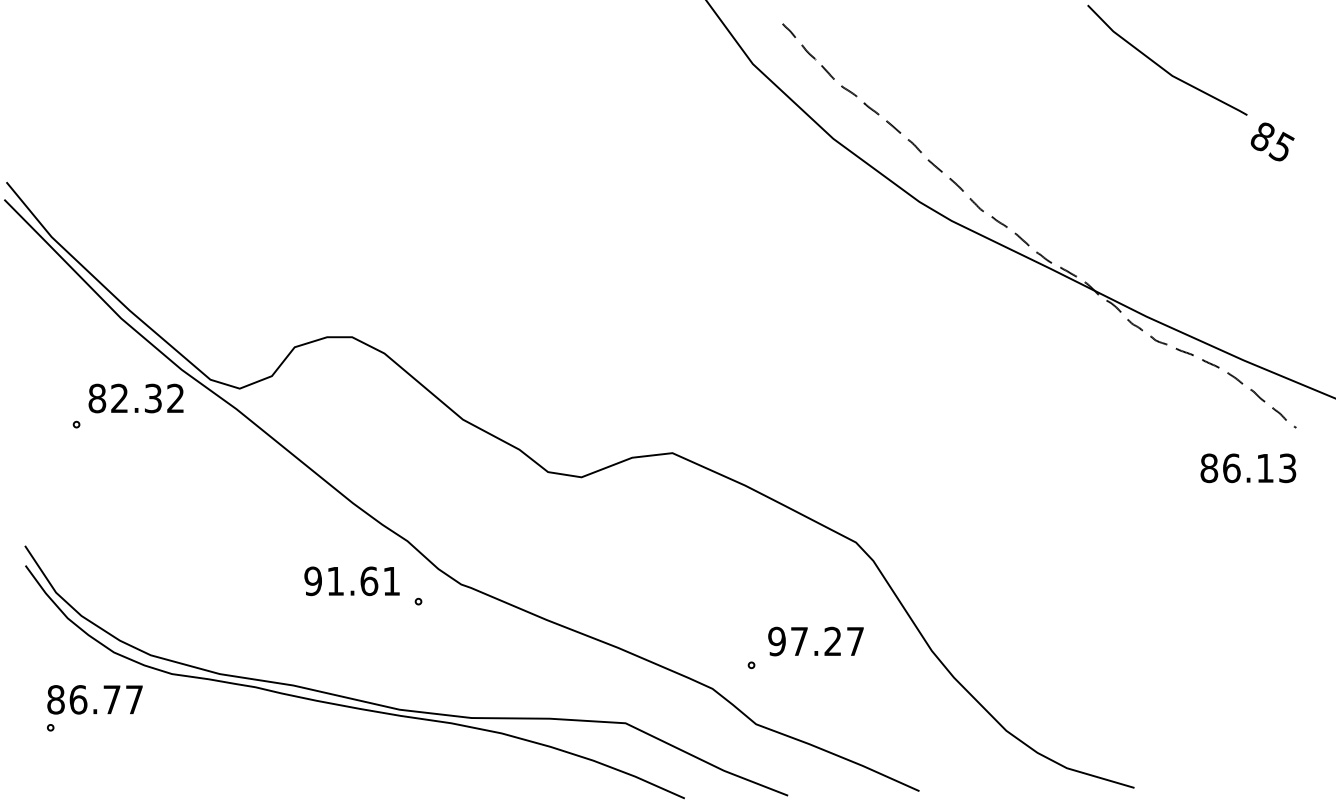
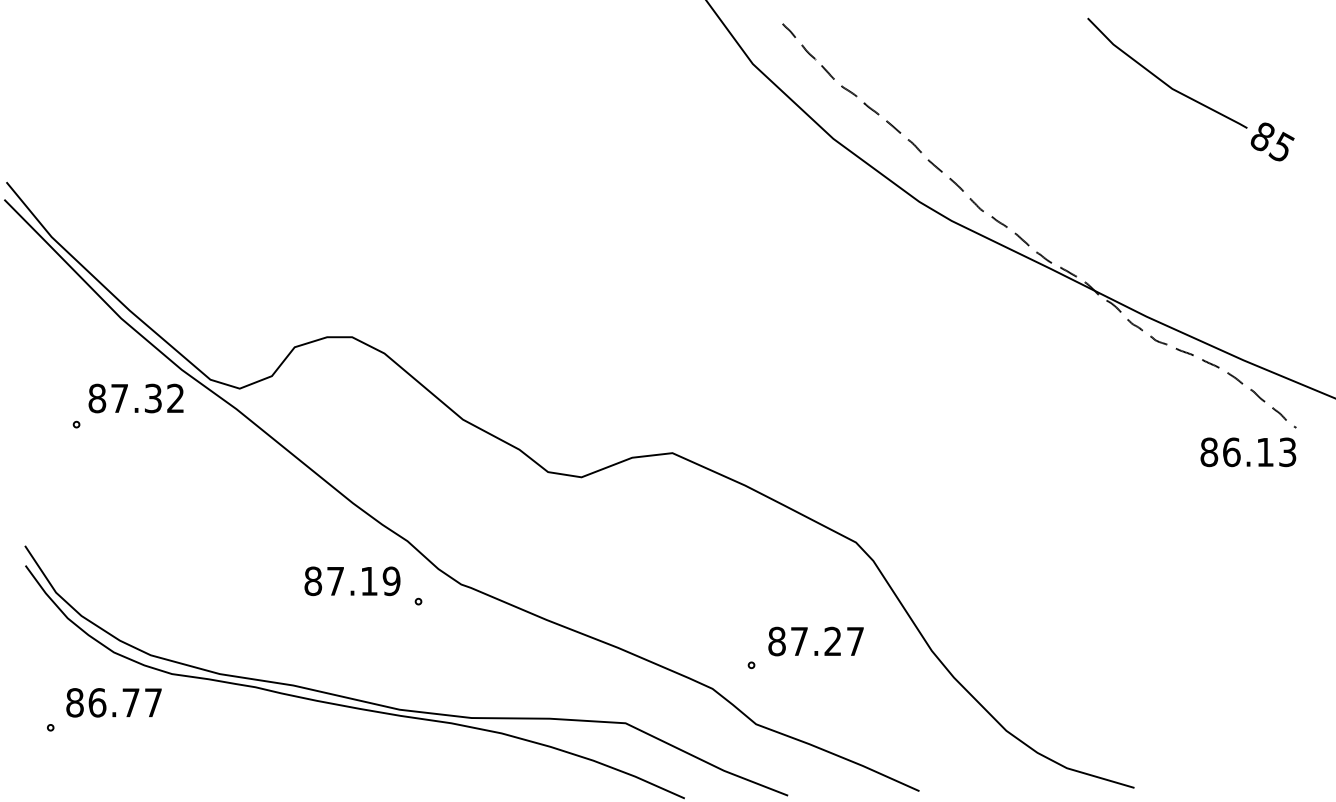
line at (1160, 65) position: (1160, 65) -> (1160, 78)
text at (119, 397): 82.32 -> 87.32
text at (1248, 468) position: (1248, 468) -> (1248, 452)
text at (352, 581): 91.61 -> 87.19
text at (776, 641): 97.27 -> 87.27
text at (94, 699) position: (94, 699) -> (113, 702)
